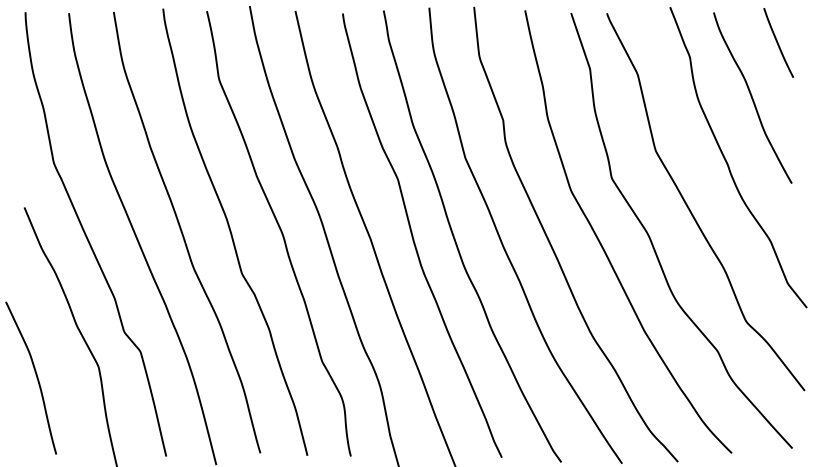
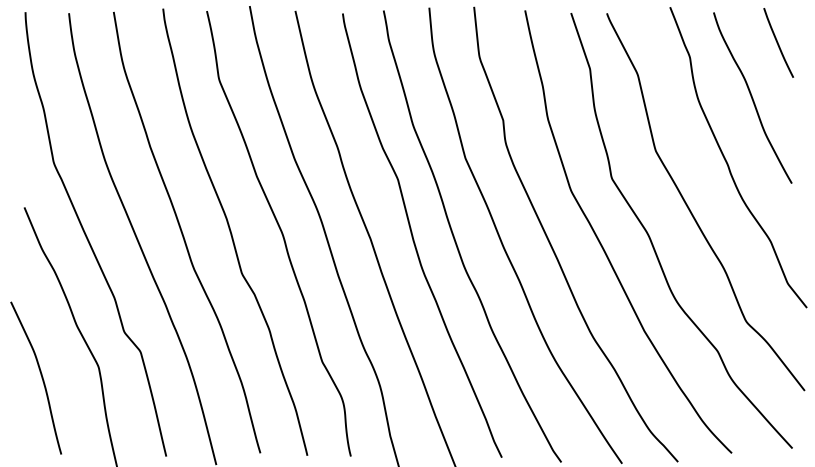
curve at (35, 375) position: (35, 375) -> (40, 375)
